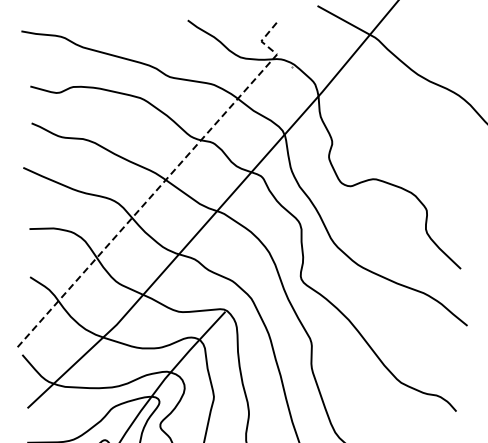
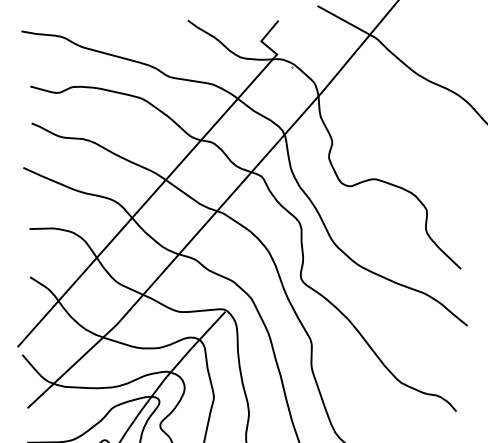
line at (163, 182): dashed -> solid
